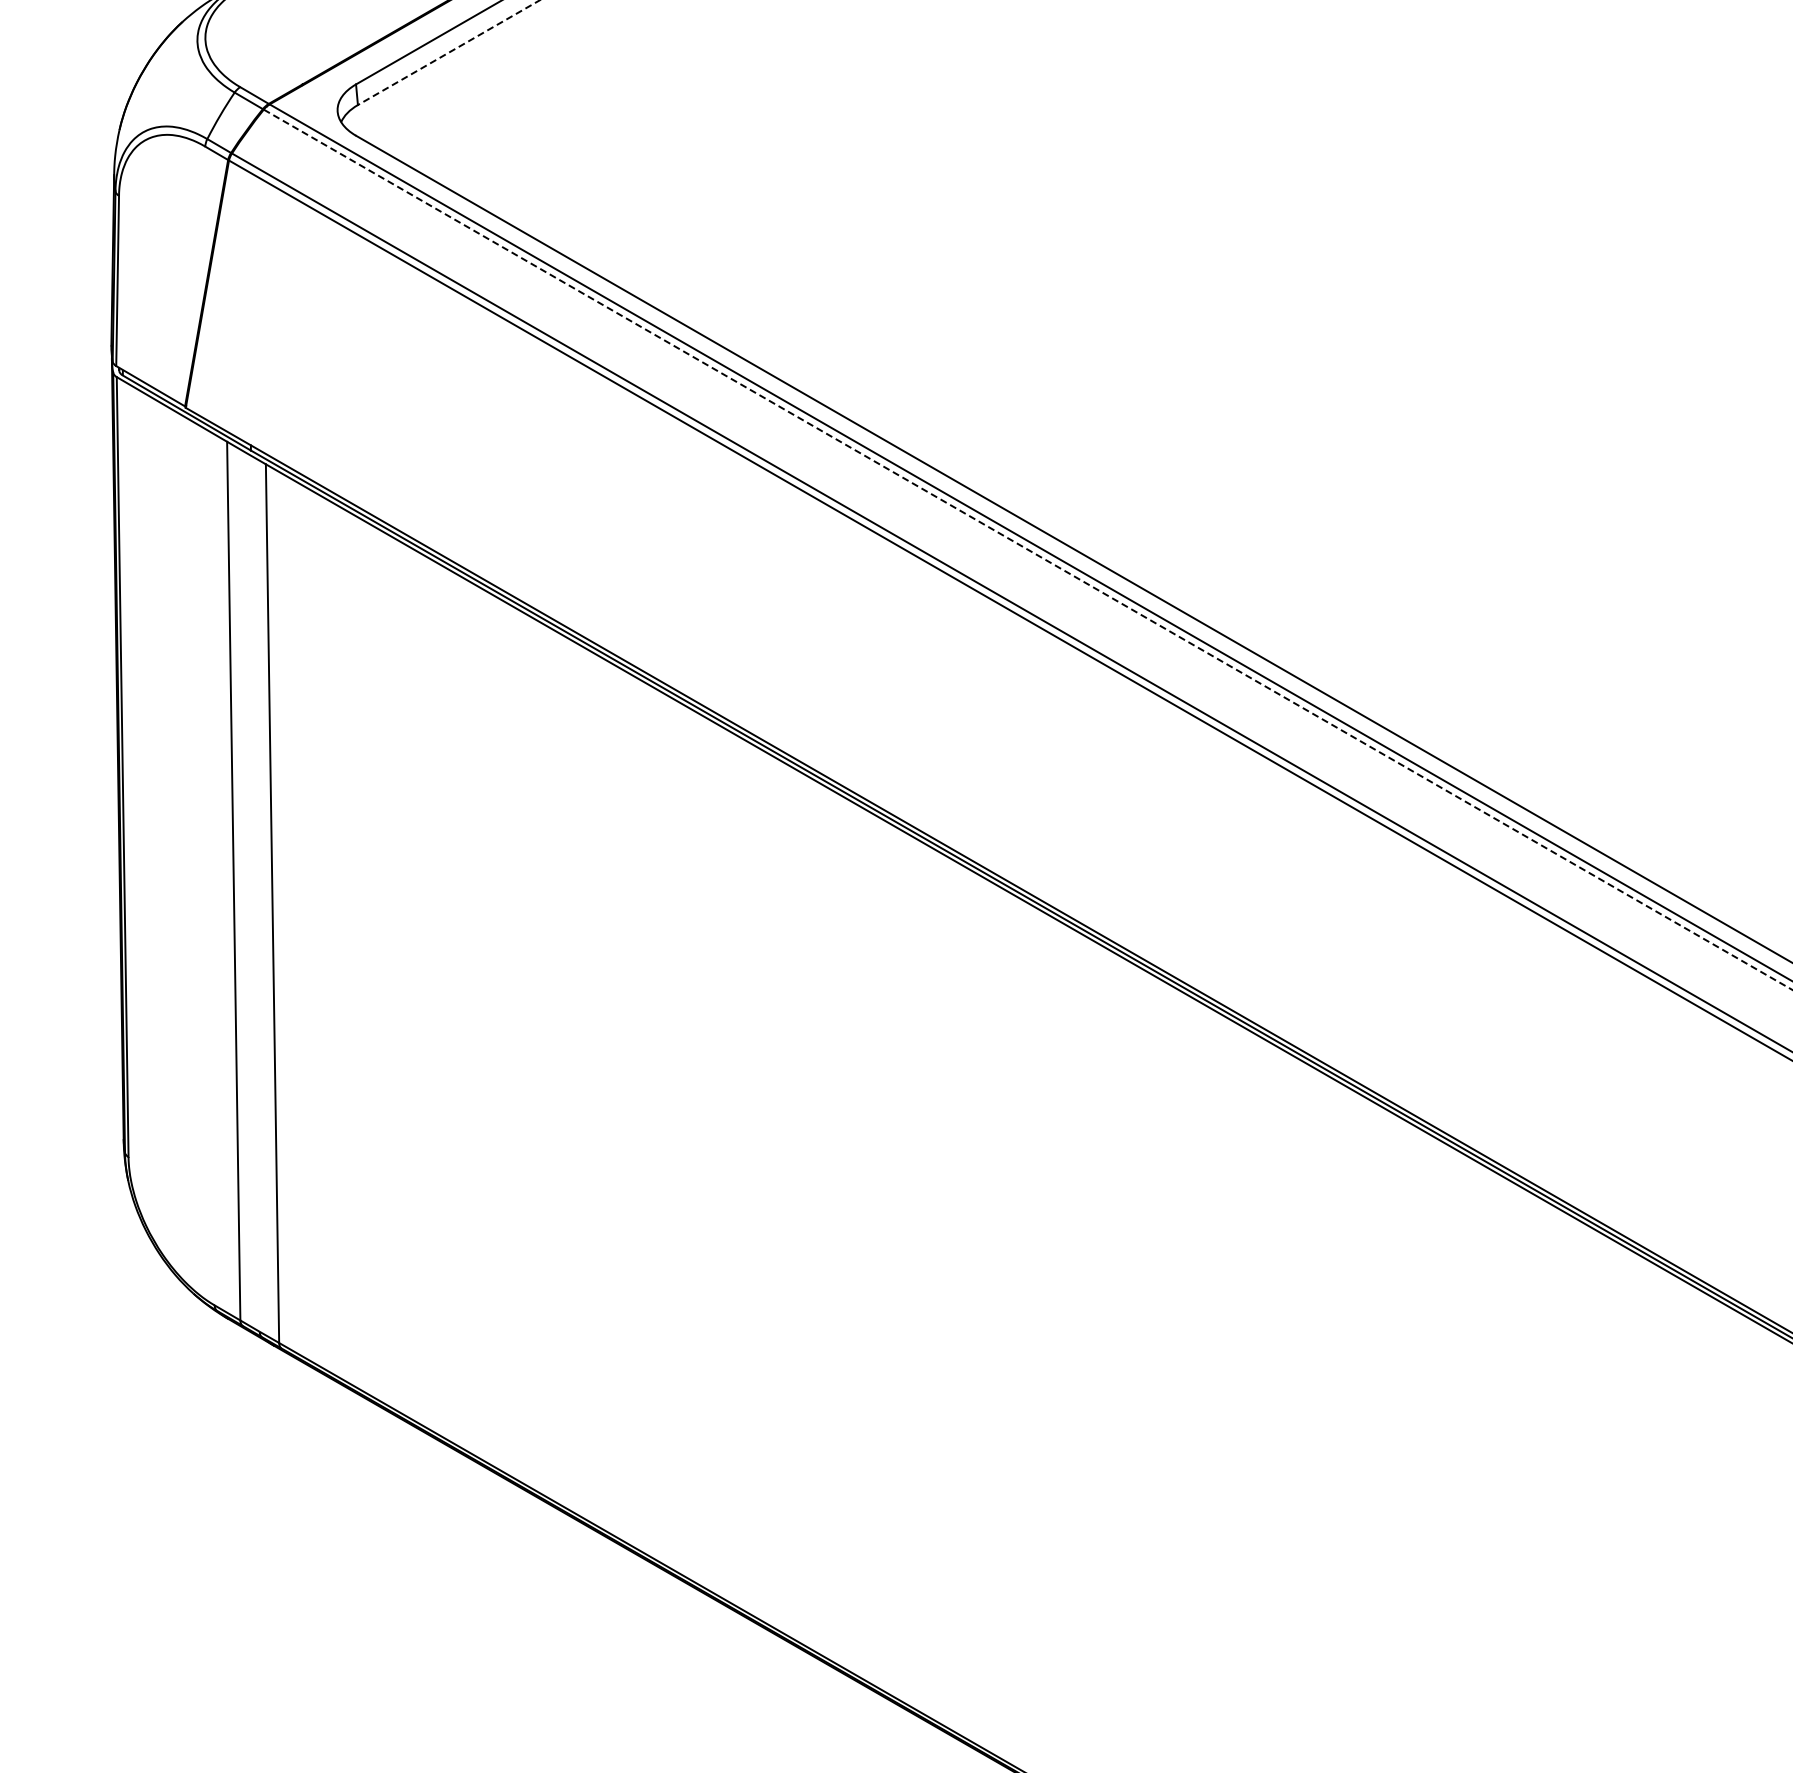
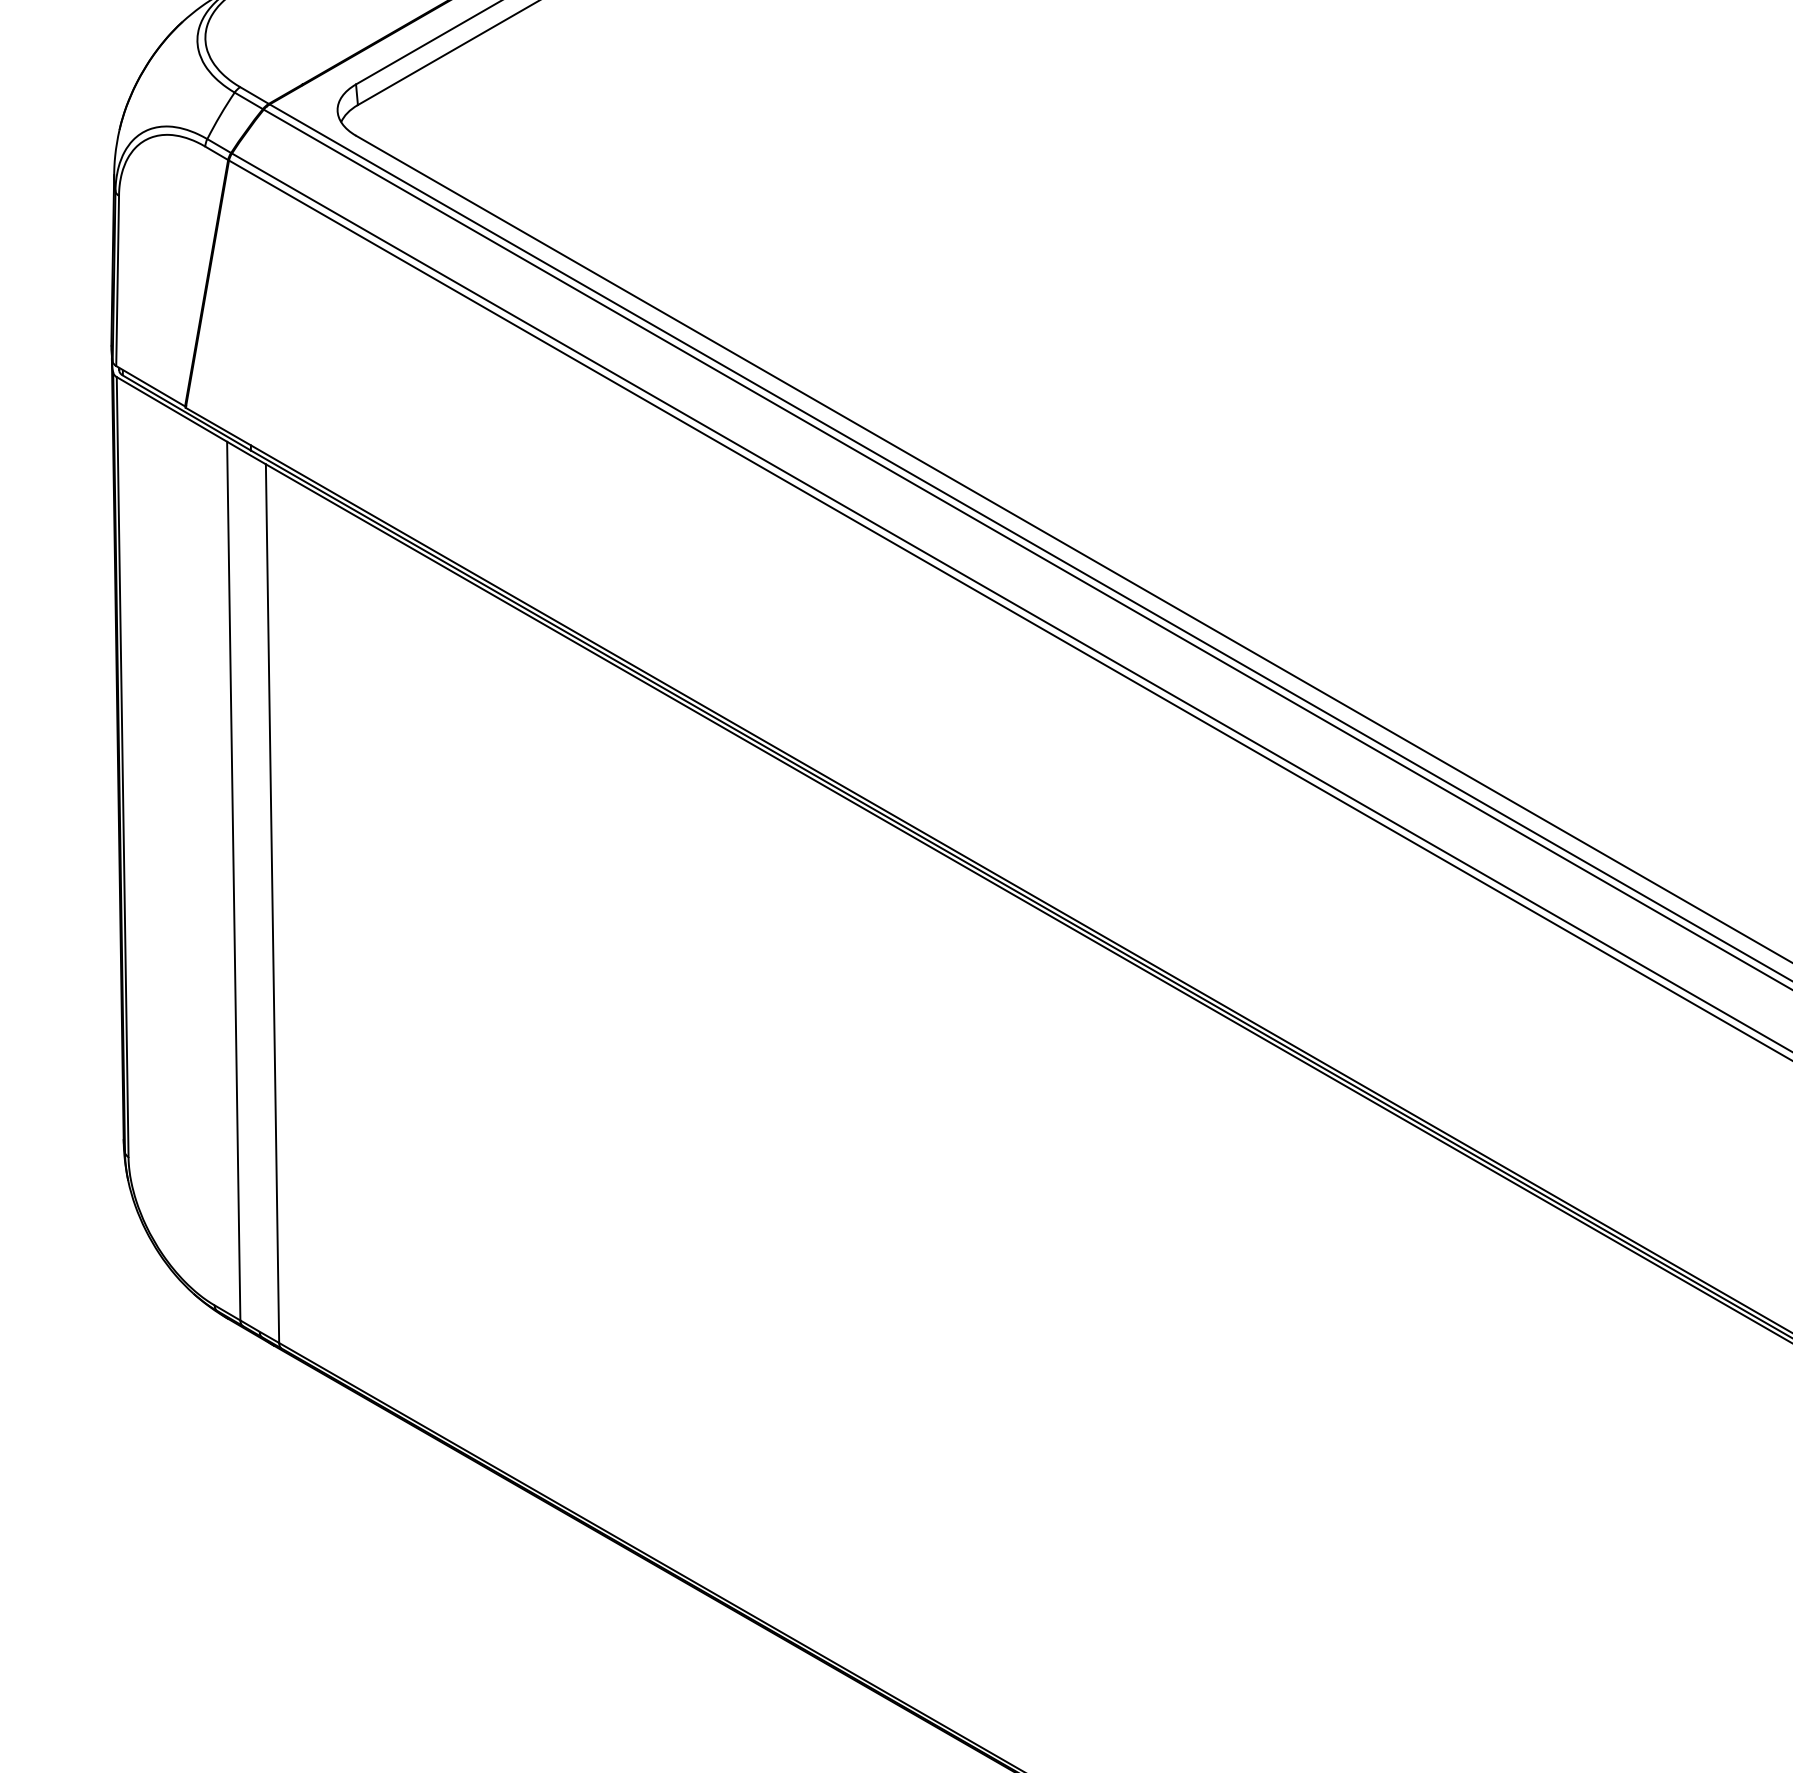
line at (448, 52): dashed -> solid
line at (1027, 549): dashed -> solid
